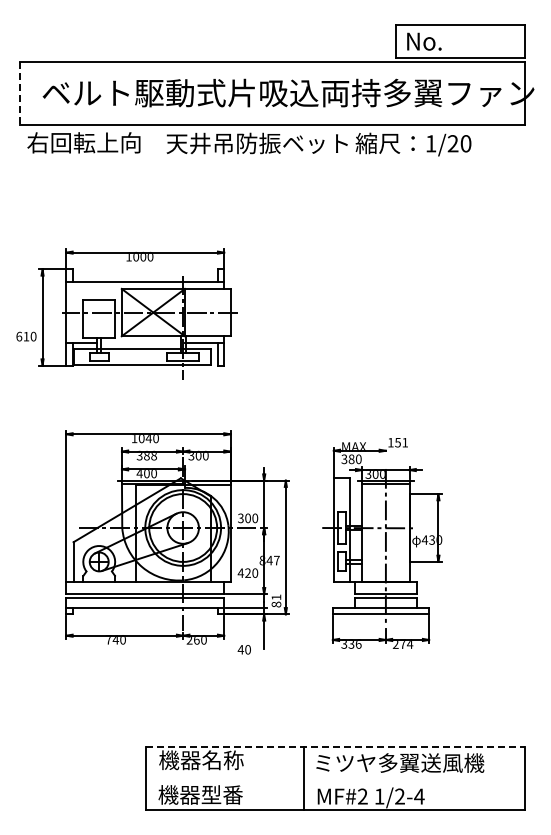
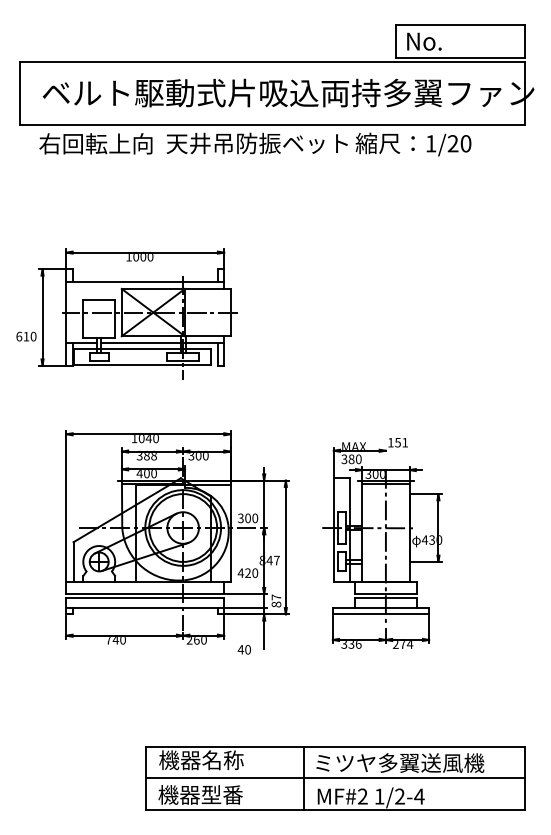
line at (19, 93): dashed -> solid
text at (83, 142) position: (83, 142) -> (95, 143)
line at (140, 343): none -> present
text at (276, 597): 81 -> 87
line at (336, 746): dashed -> solid
line at (335, 778): none -> present
